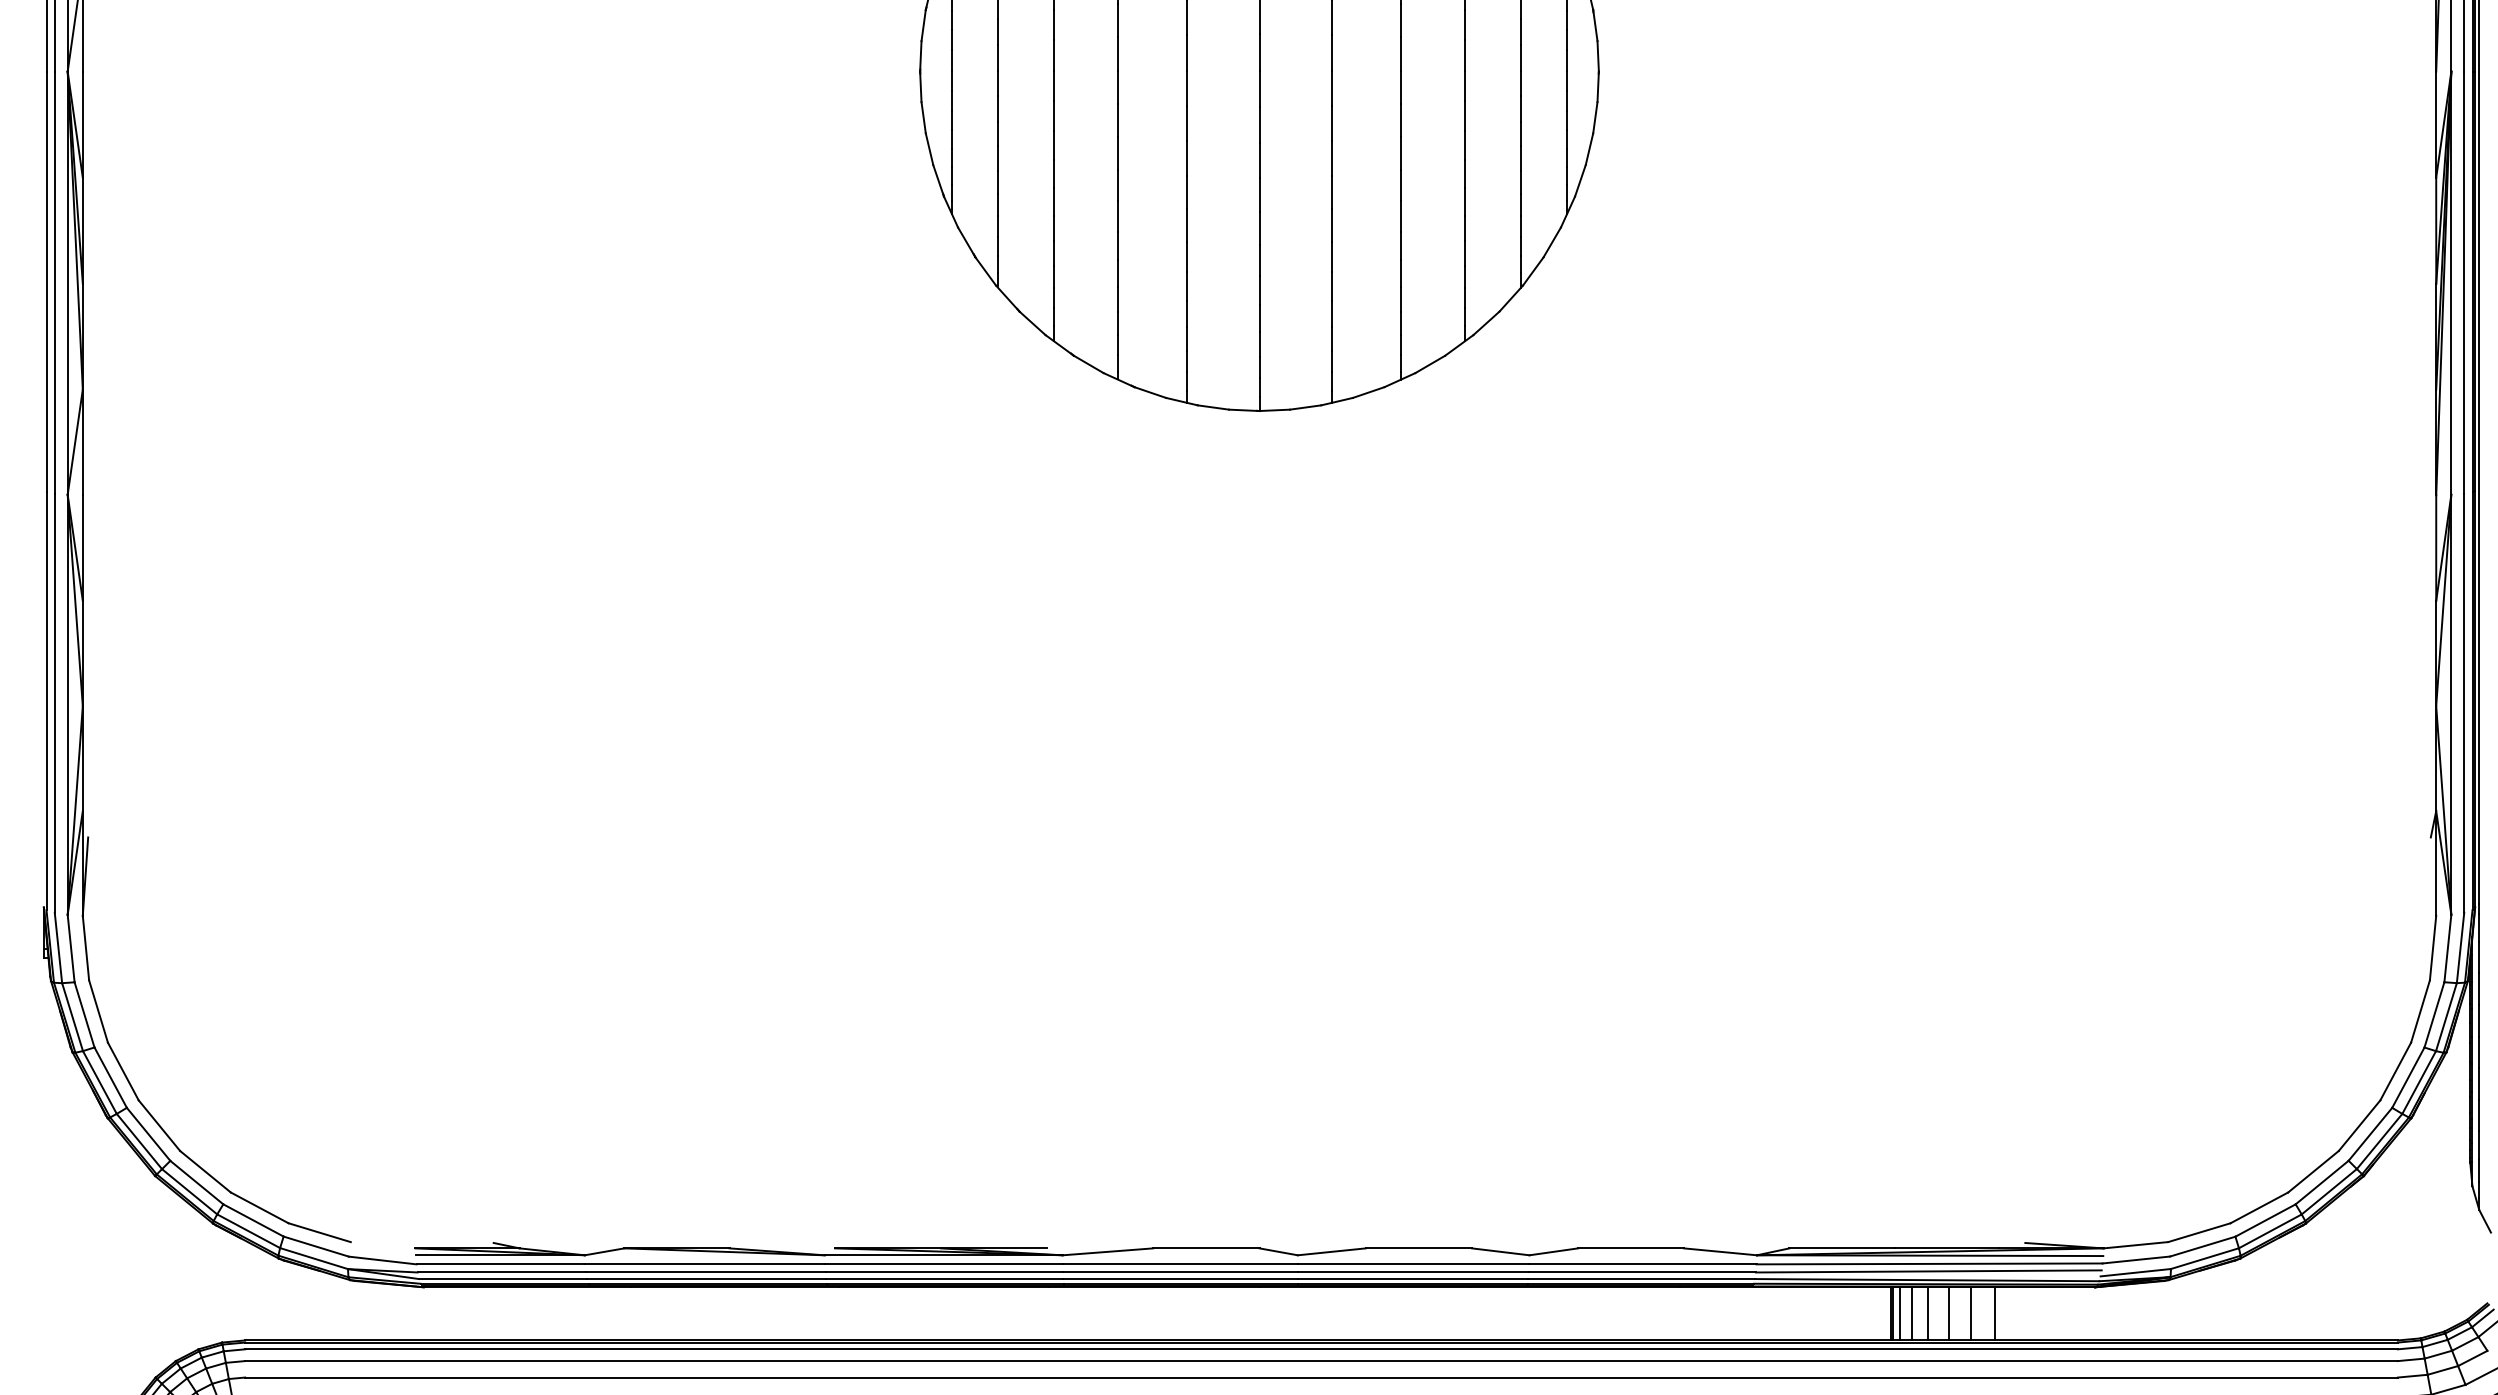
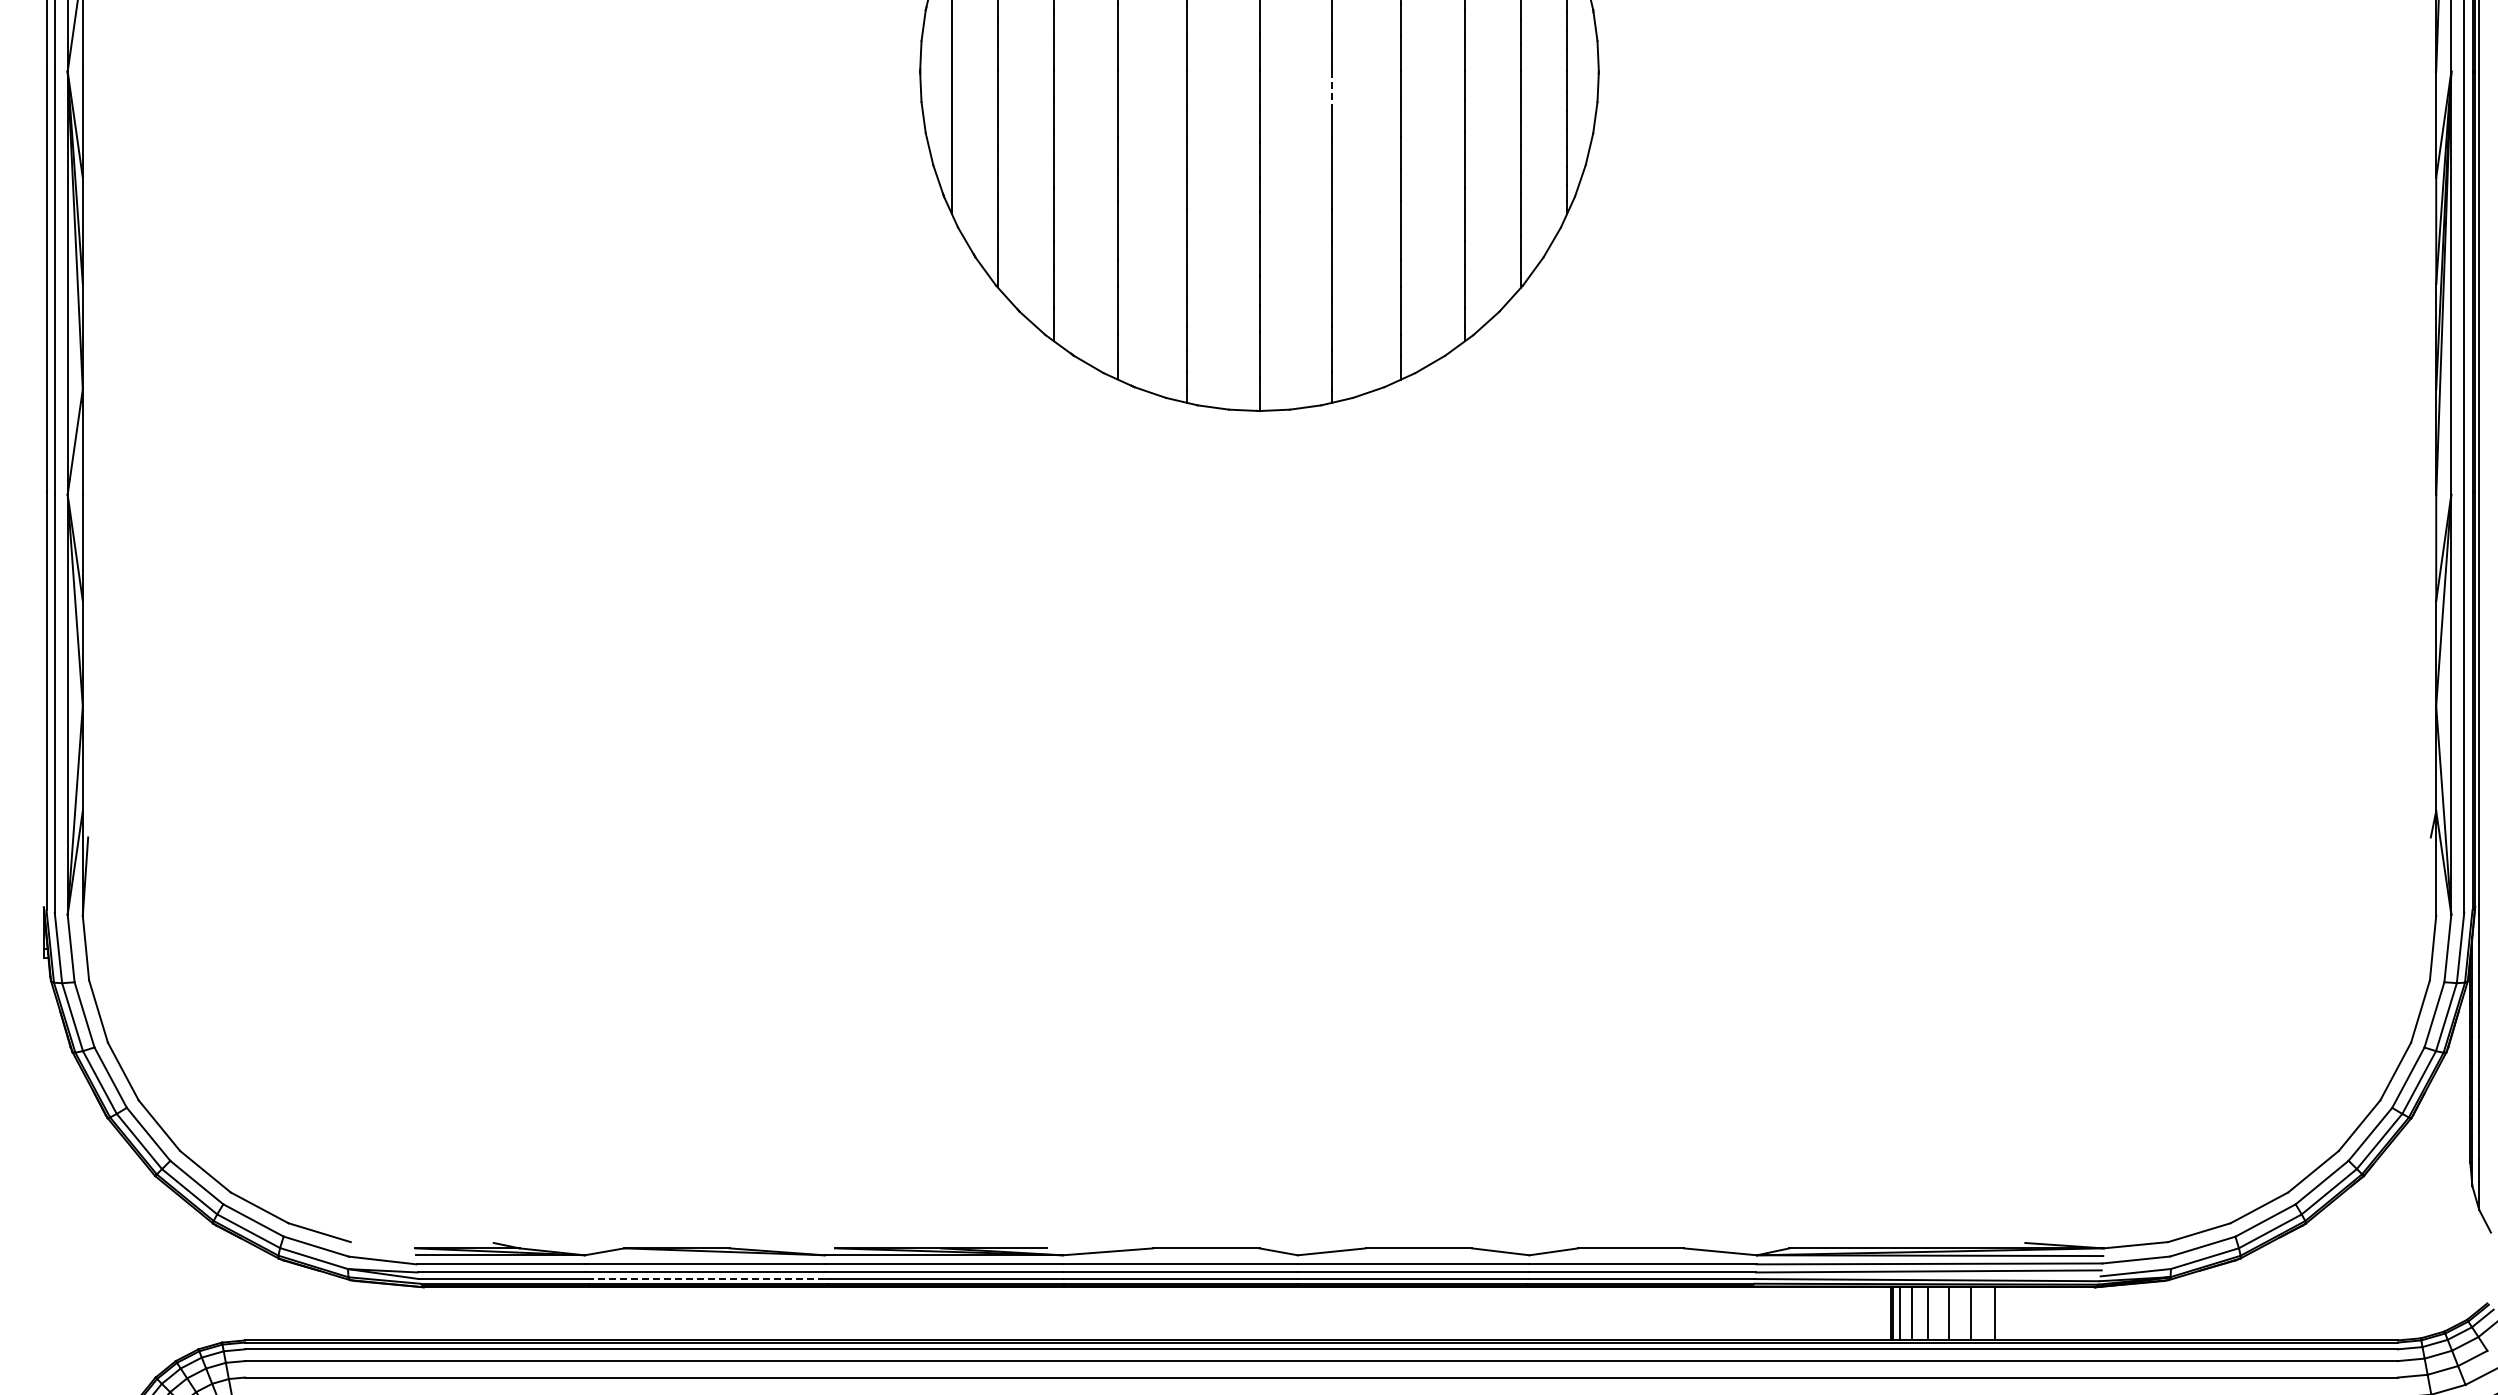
line at (1331, 88): solid -> dashed
line at (707, 1279): solid -> dashed
